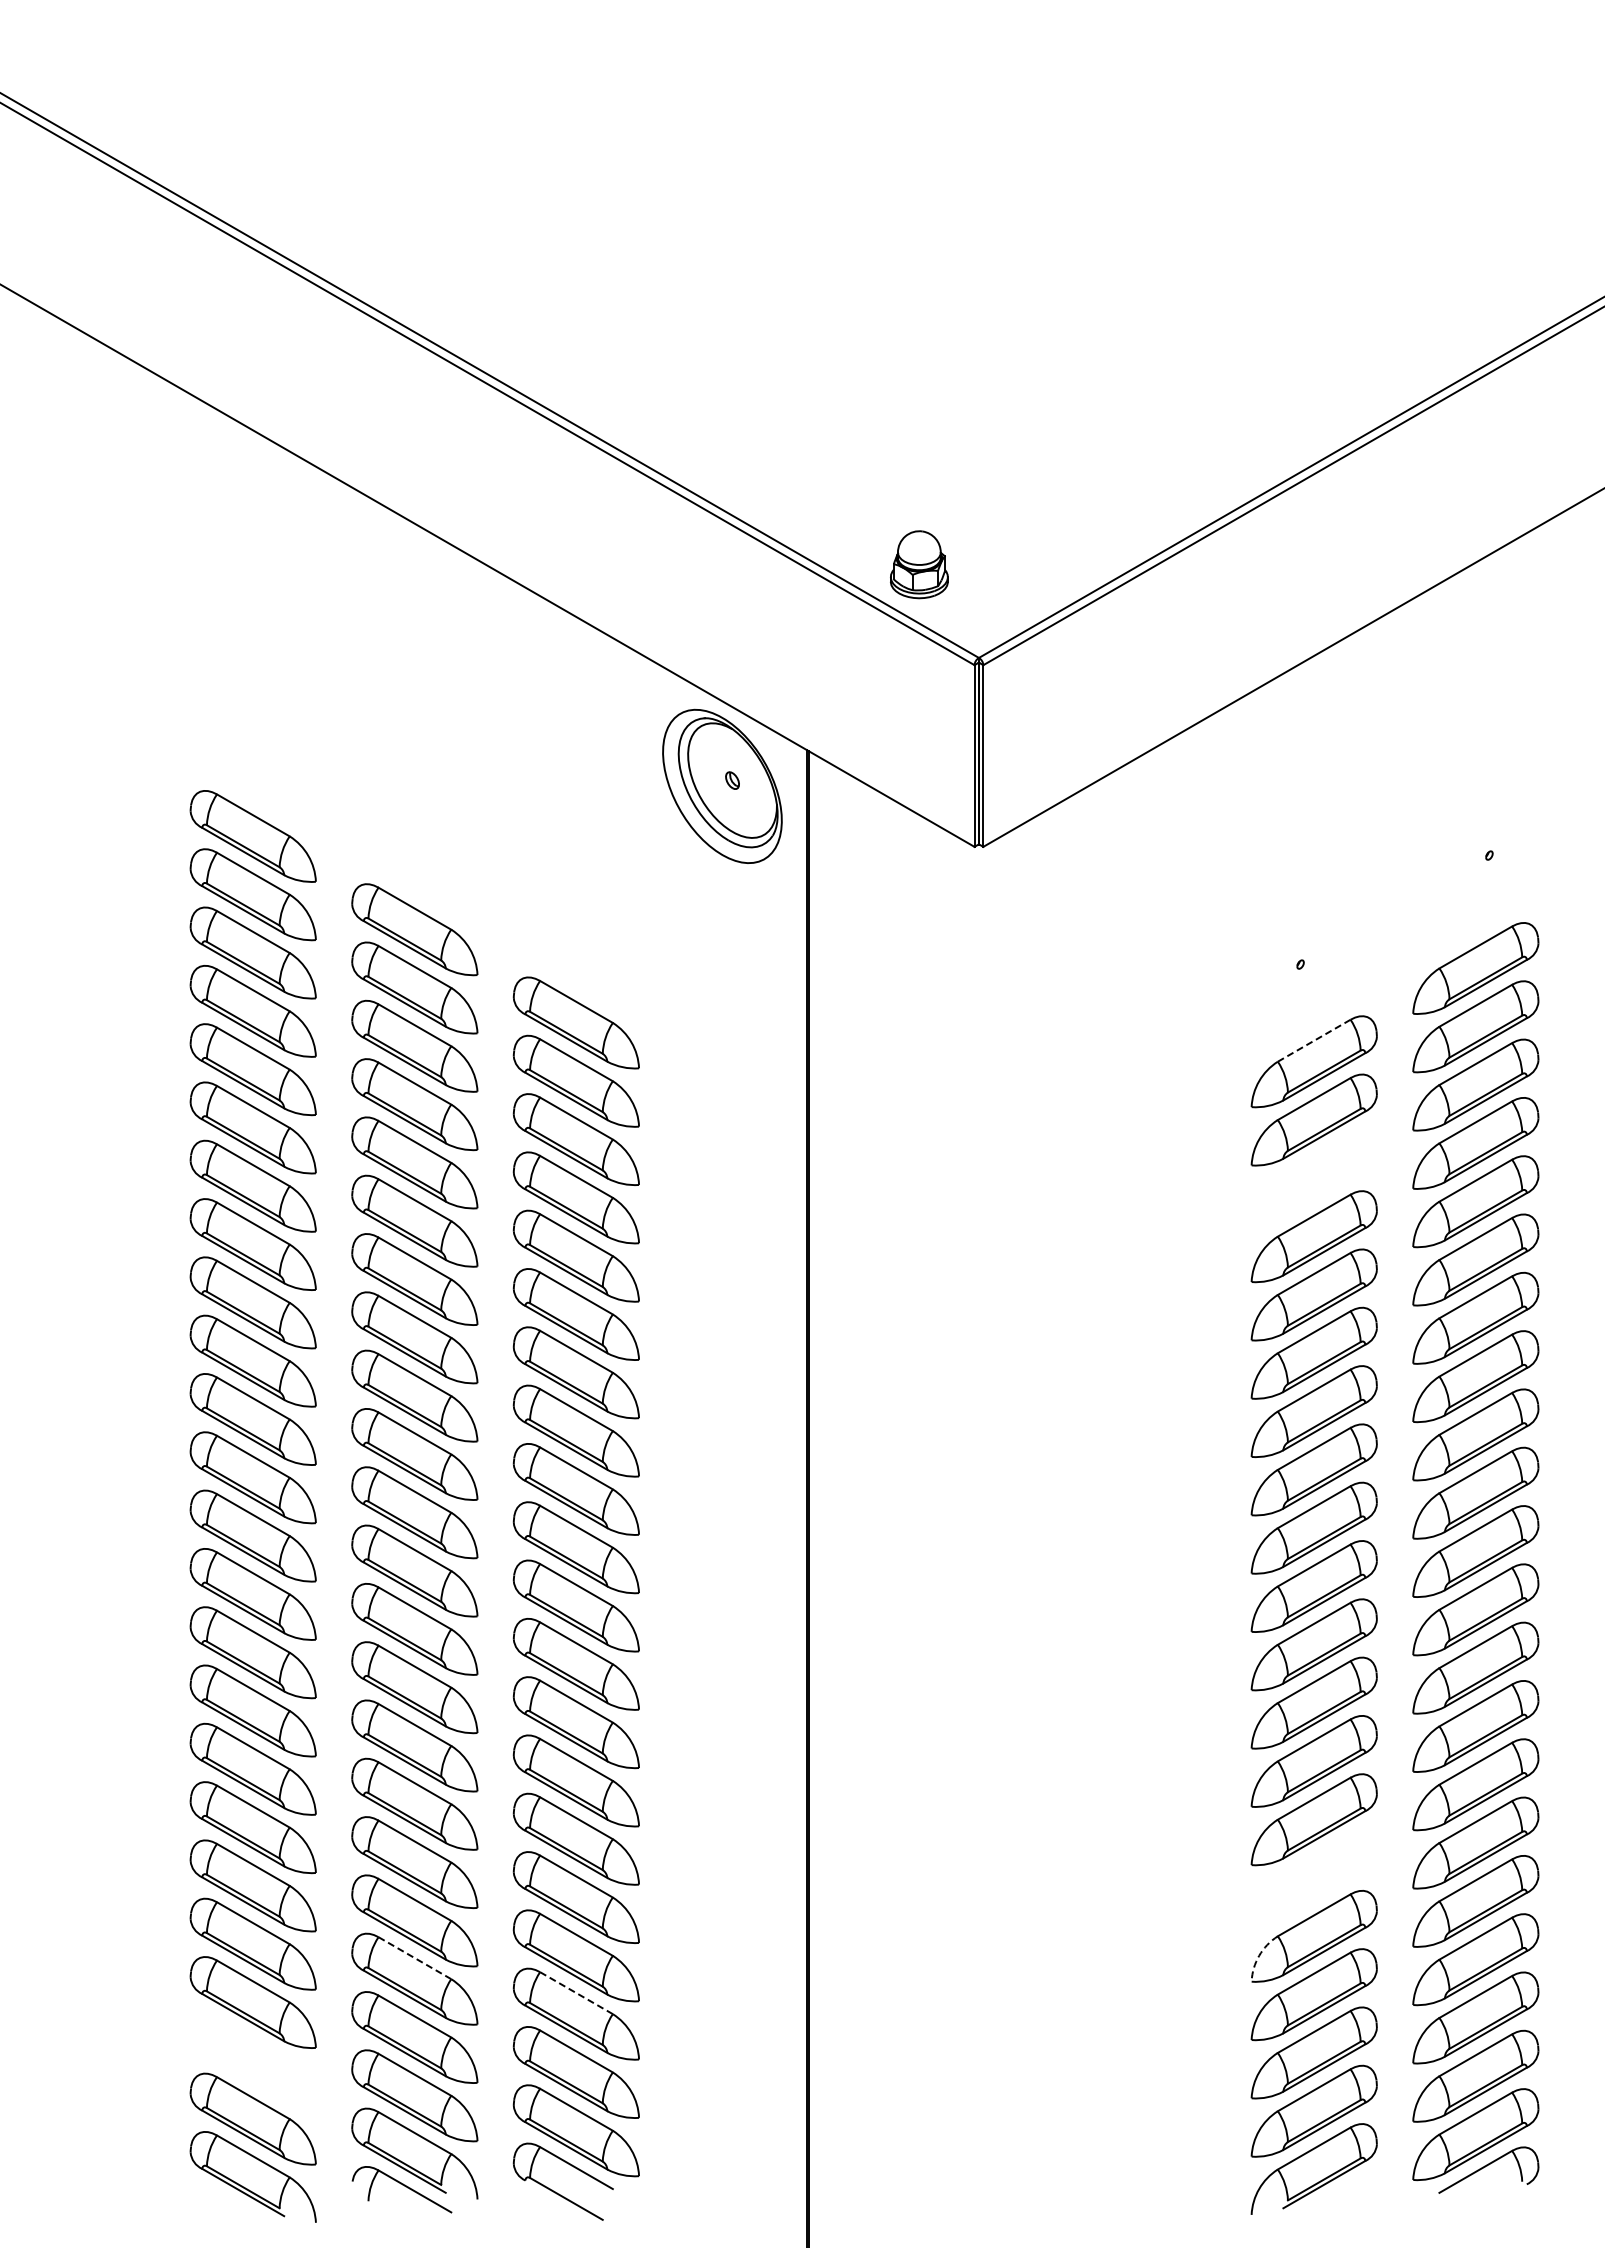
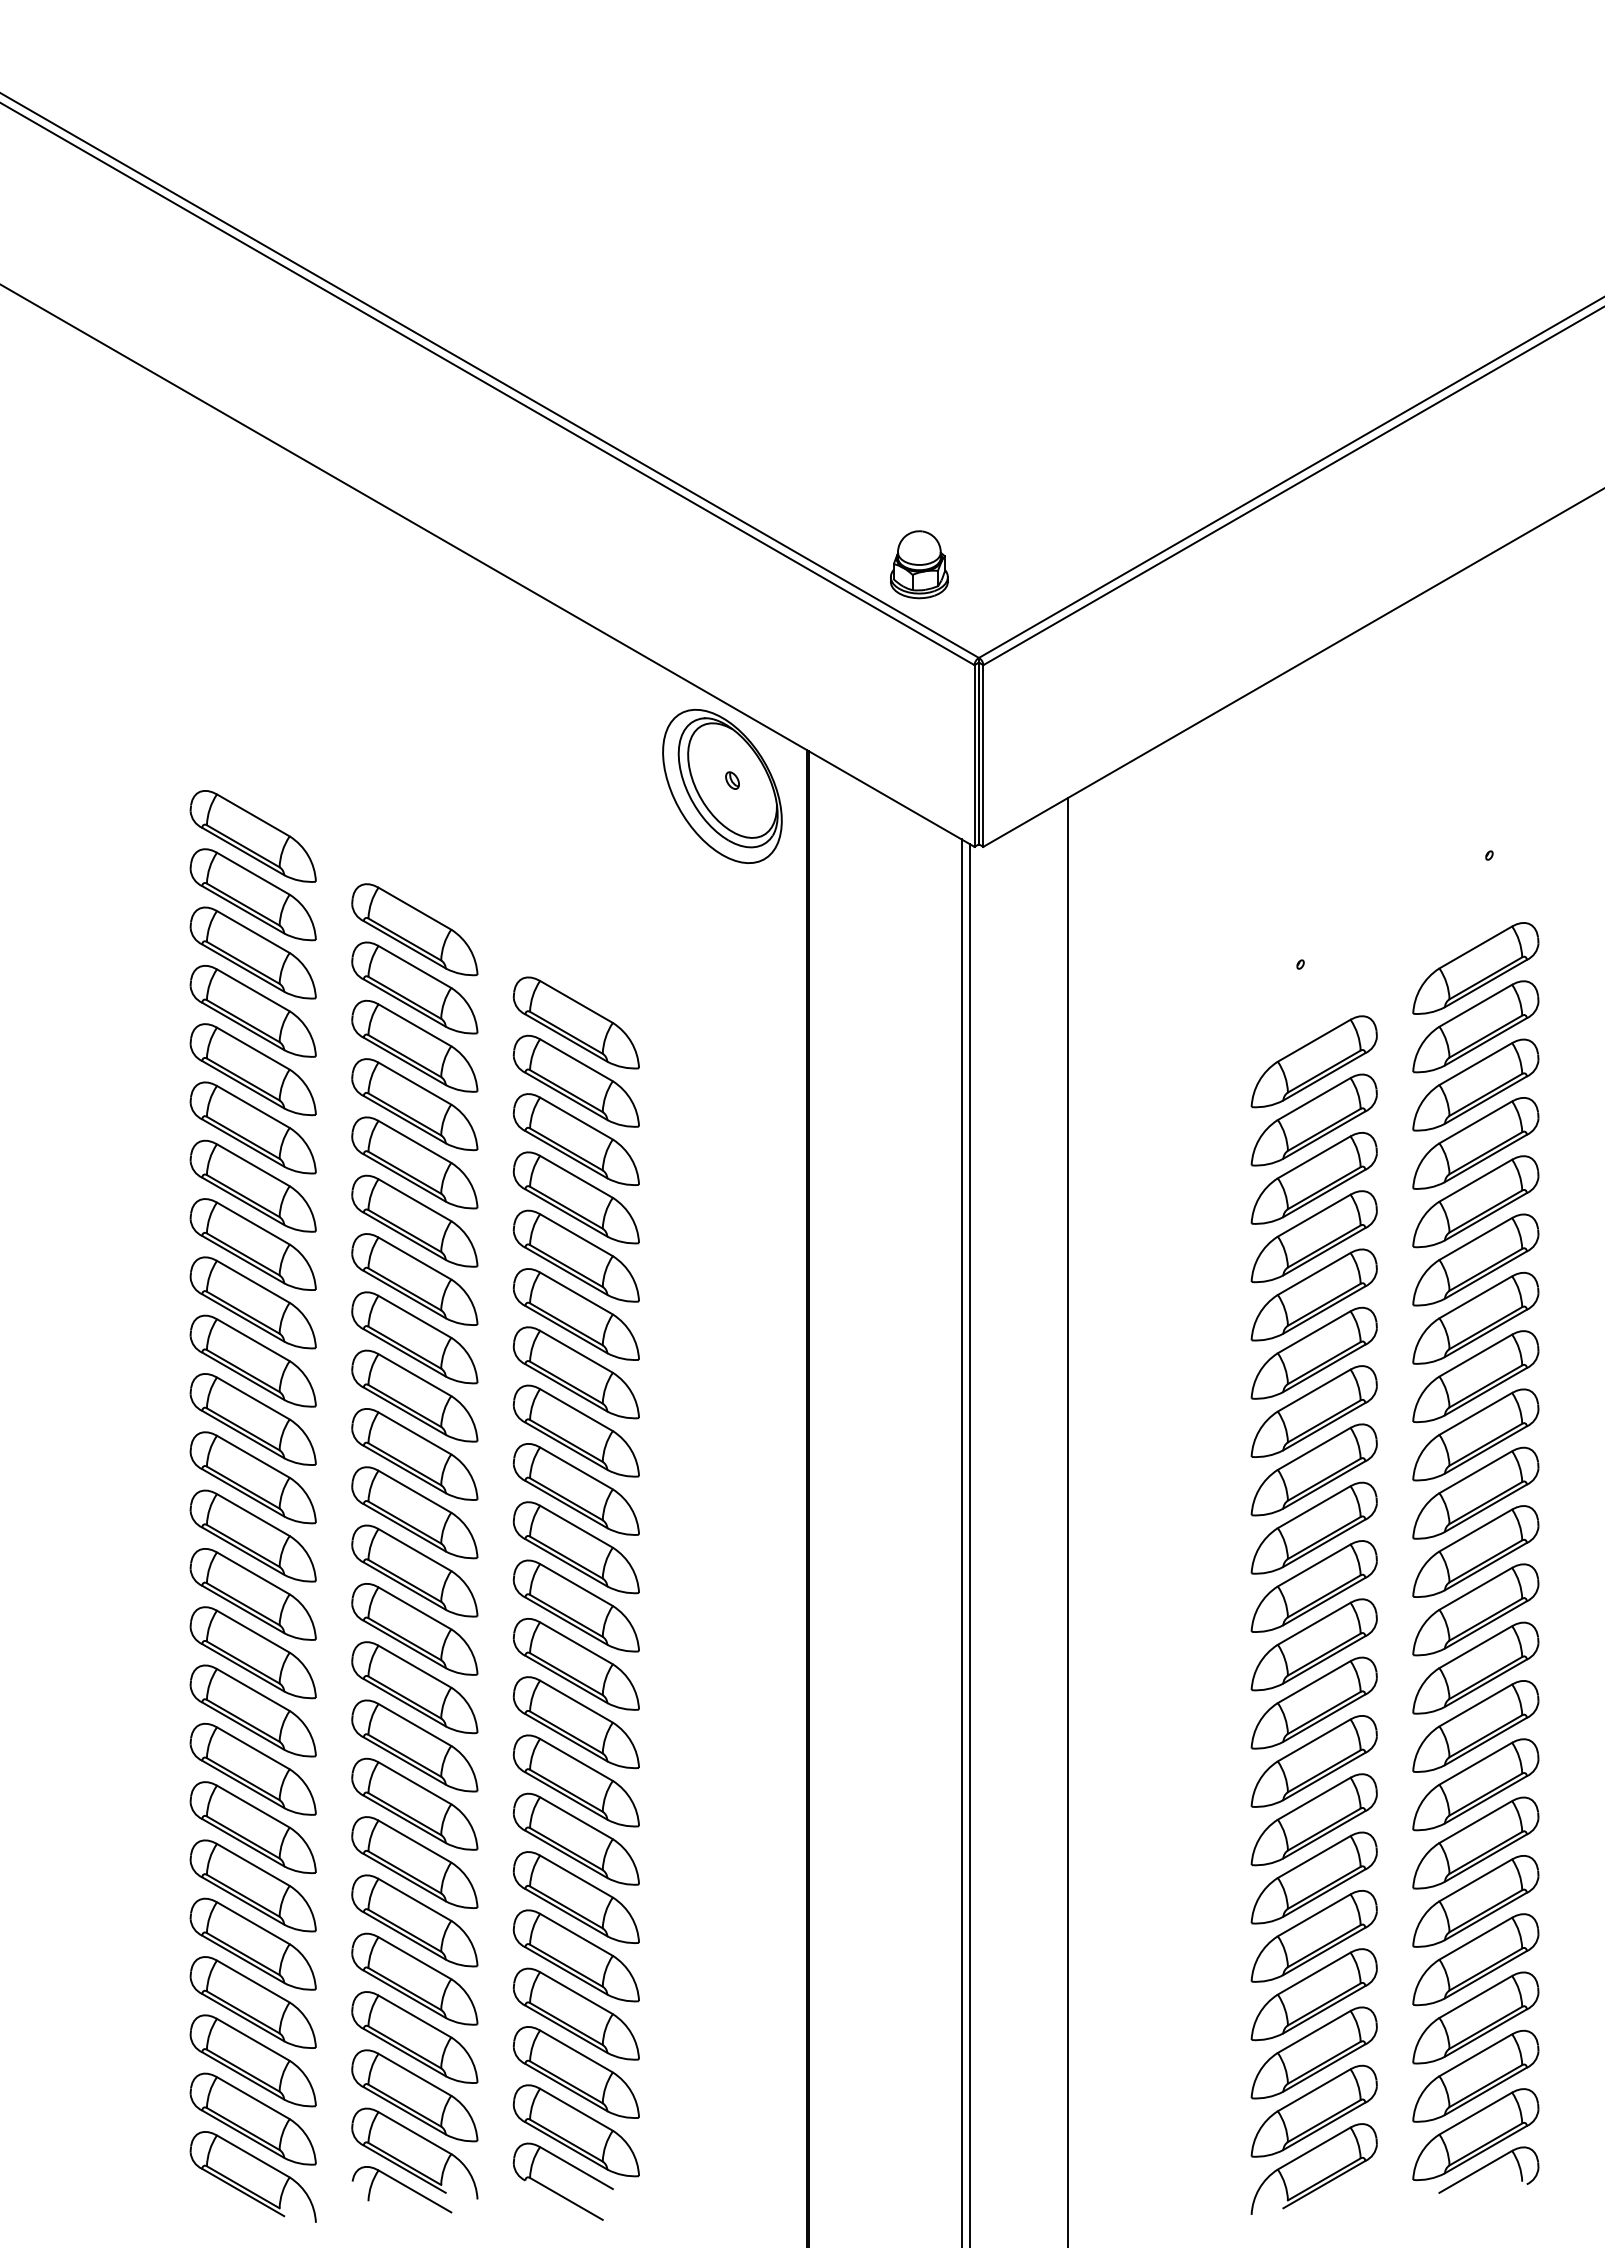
line at (1314, 1040): dashed -> solid
part at (1313, 1178): none -> present
line at (1067, 1521): none -> present
line at (961, 1541): none -> present
line at (970, 1544): none -> present
part at (1313, 1877): none -> present
arc at (1259, 1955): dashed -> solid
line at (414, 1958): dashed -> solid
line at (576, 1993): dashed -> solid
part at (252, 2060): none -> present
